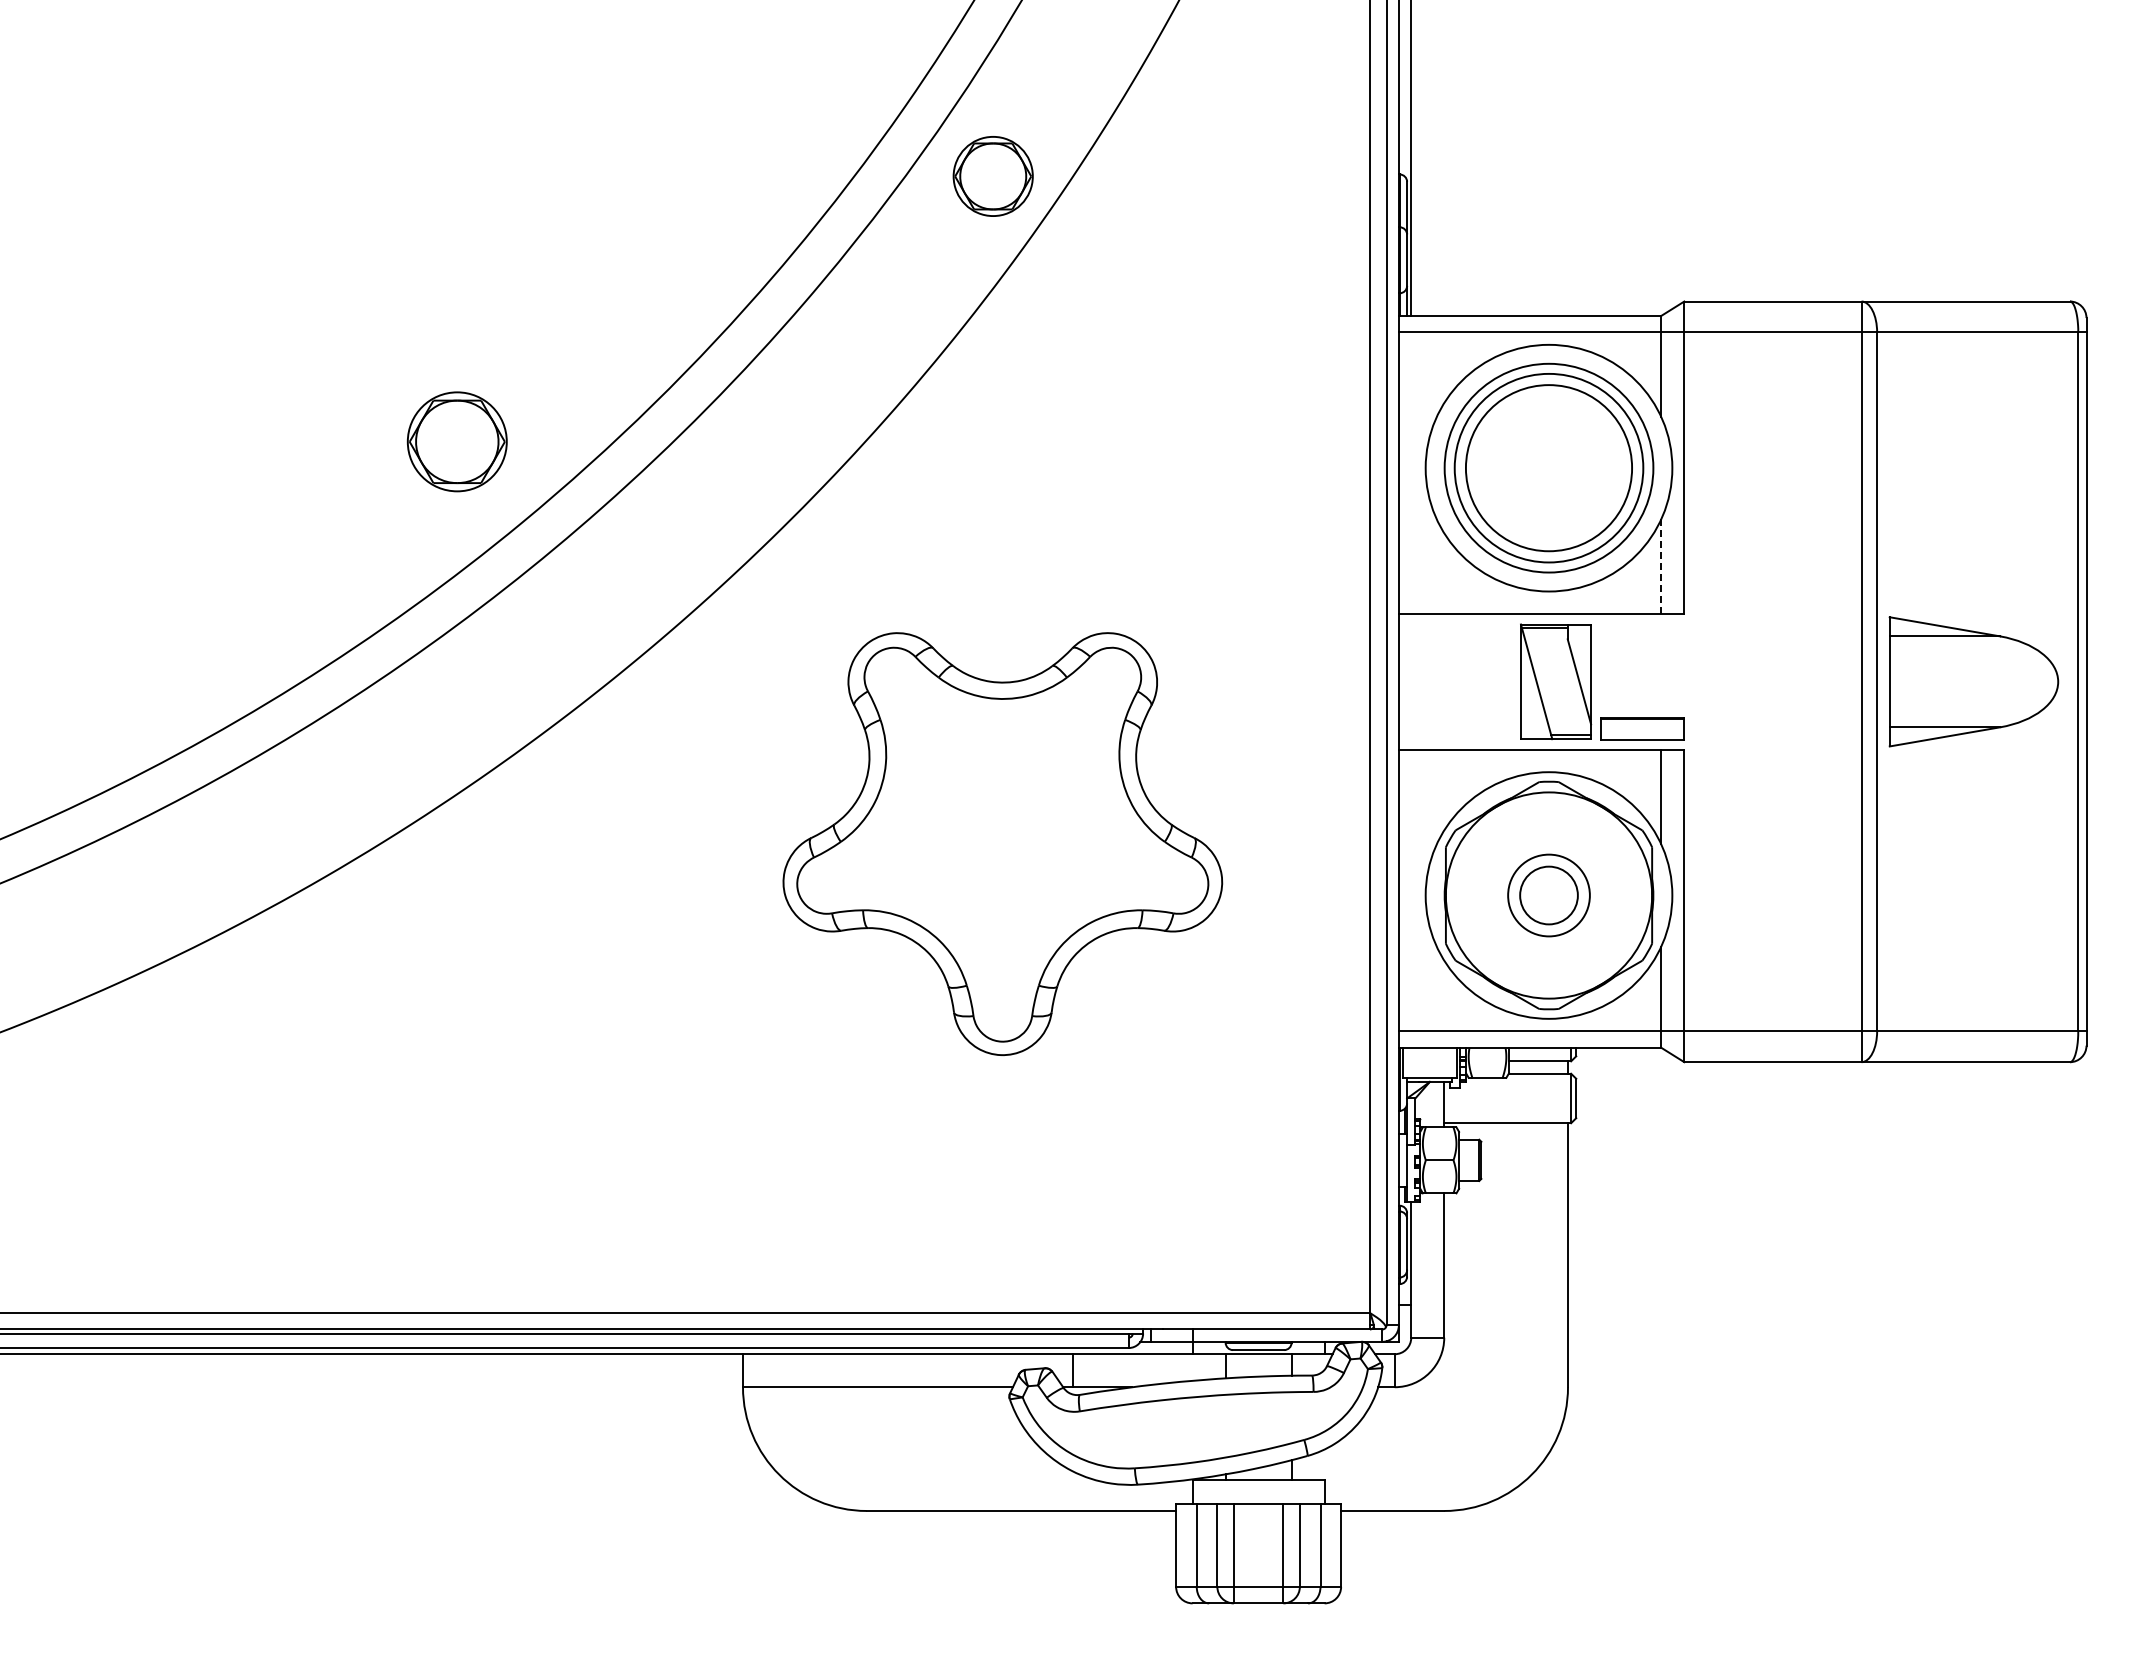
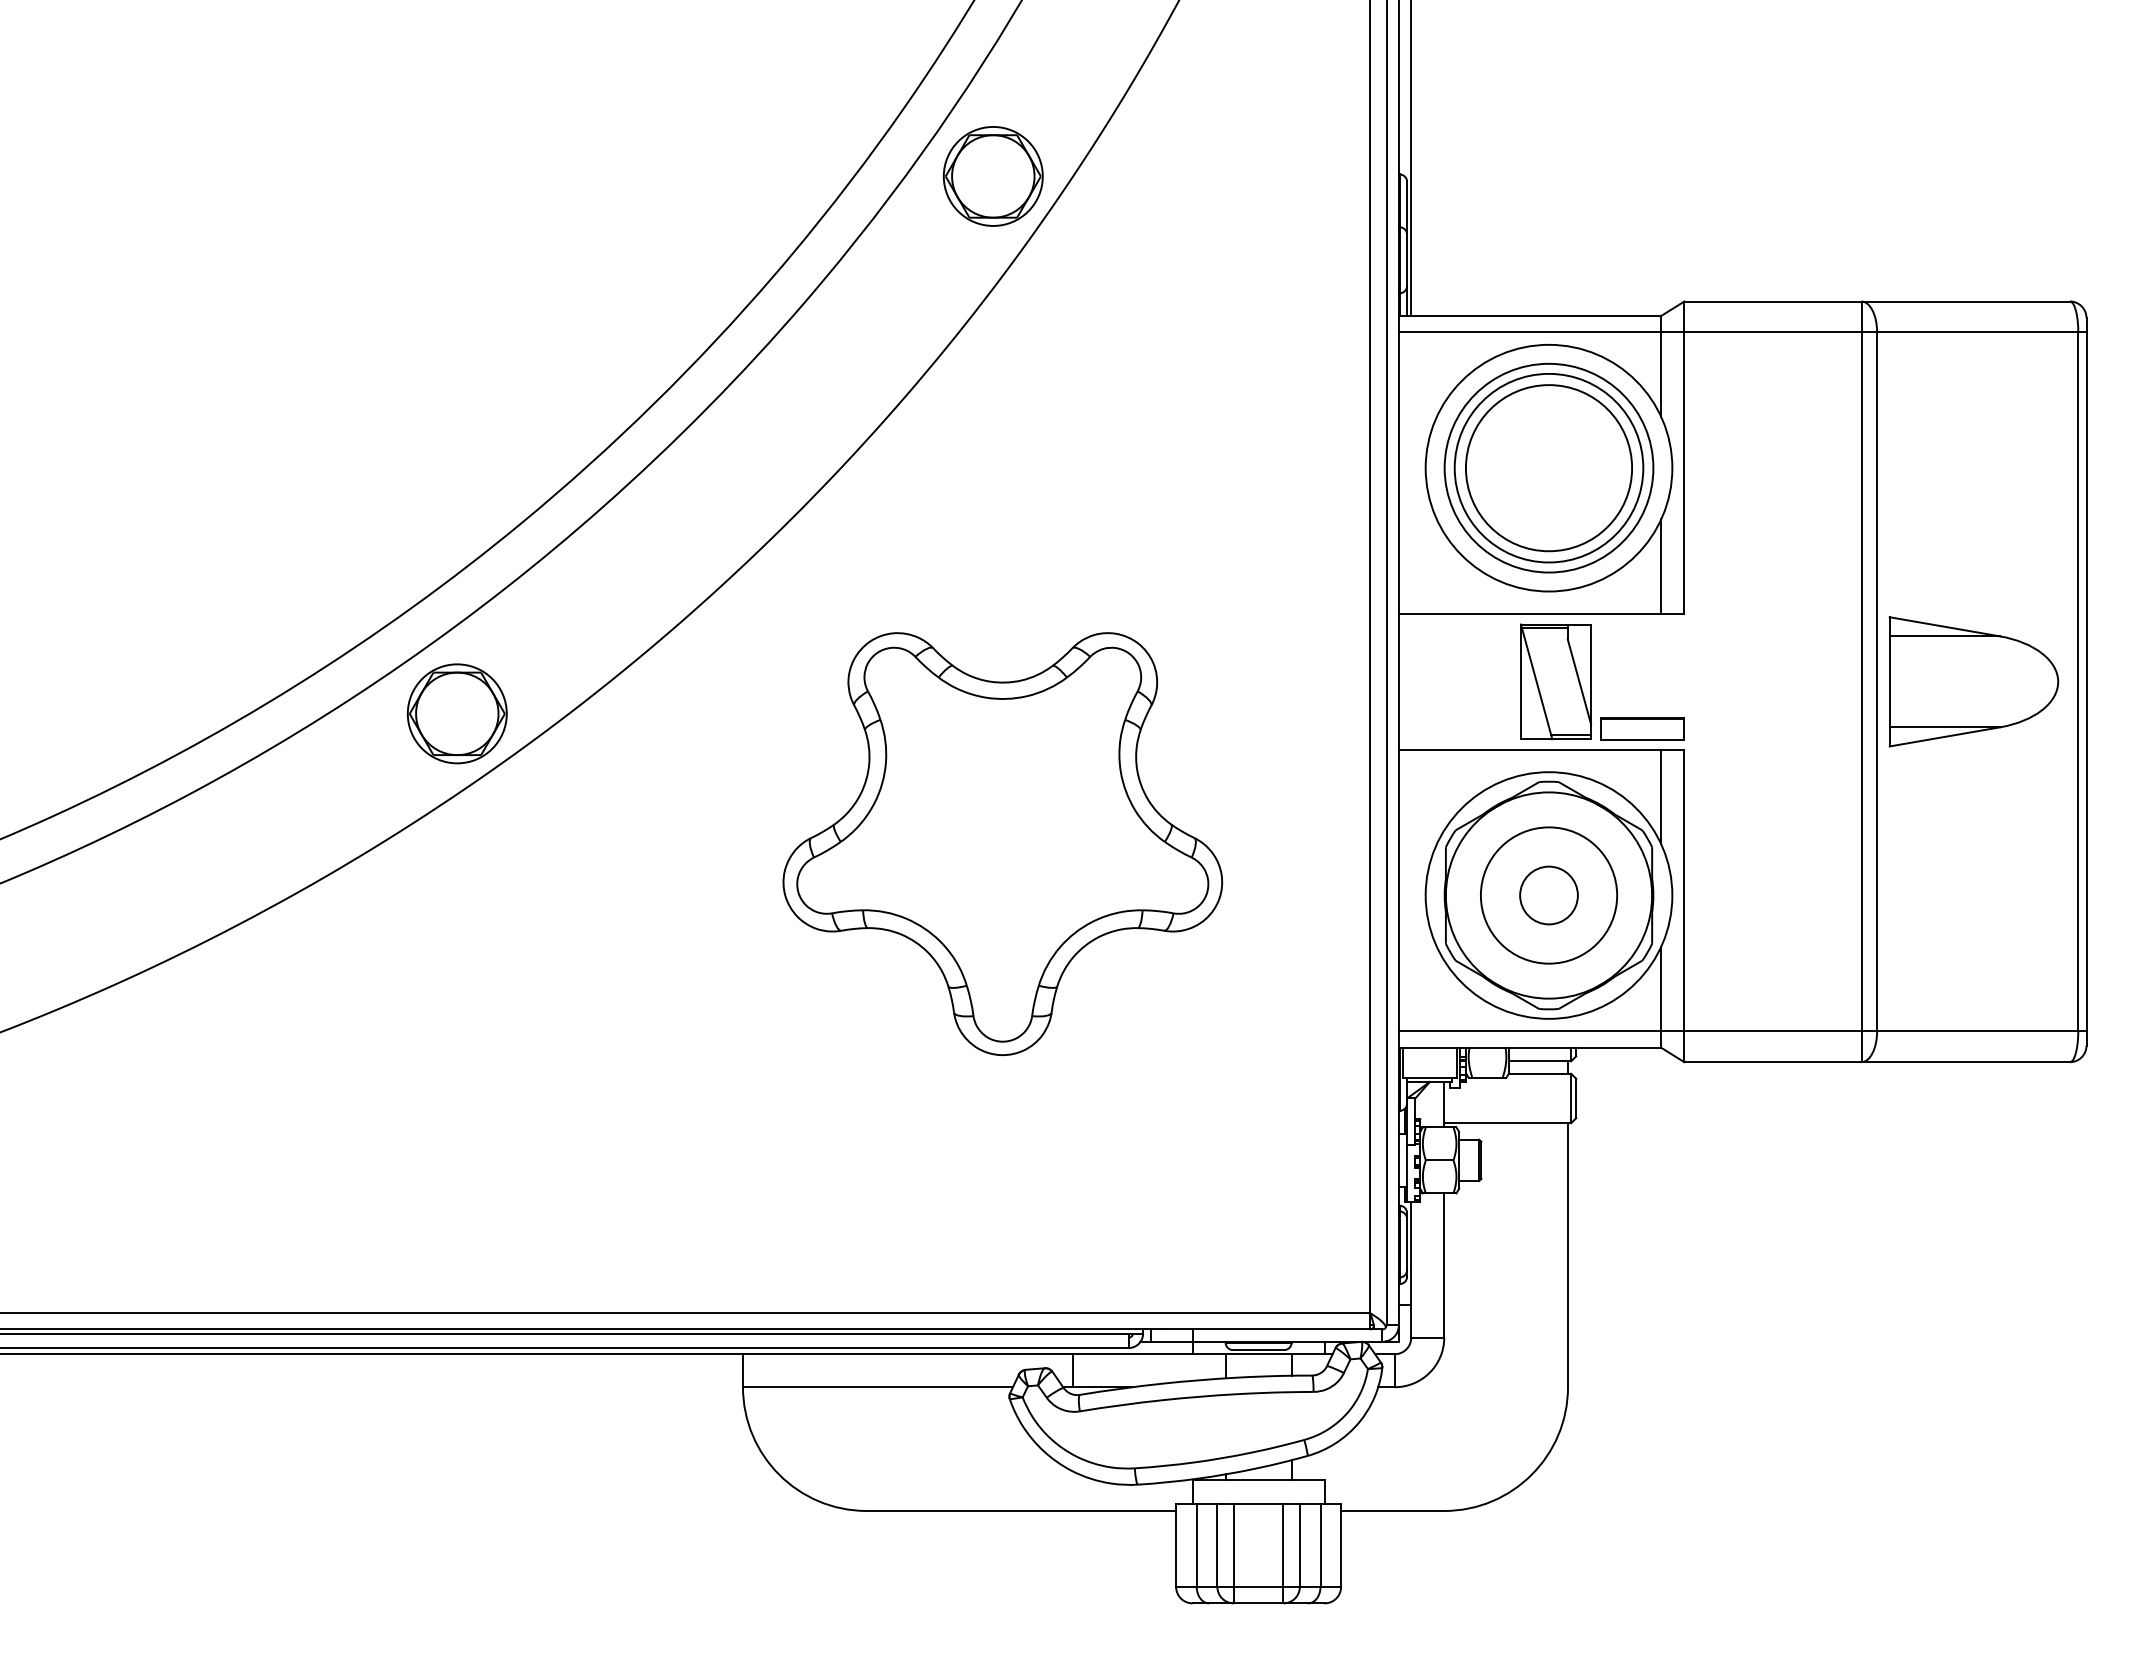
part at (992, 176) size: 82x81 px -> 102x101 px
part at (456, 441) position: (456, 441) -> (456, 713)
line at (1661, 567): dashed -> solid
circle at (1548, 895) diameter: 82 px -> 136 px
